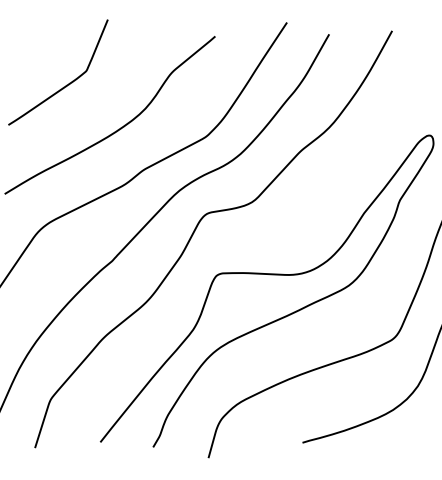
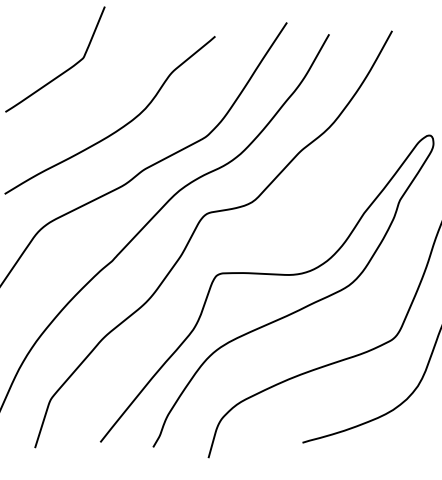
curve at (66, 84) position: (66, 84) -> (63, 71)
